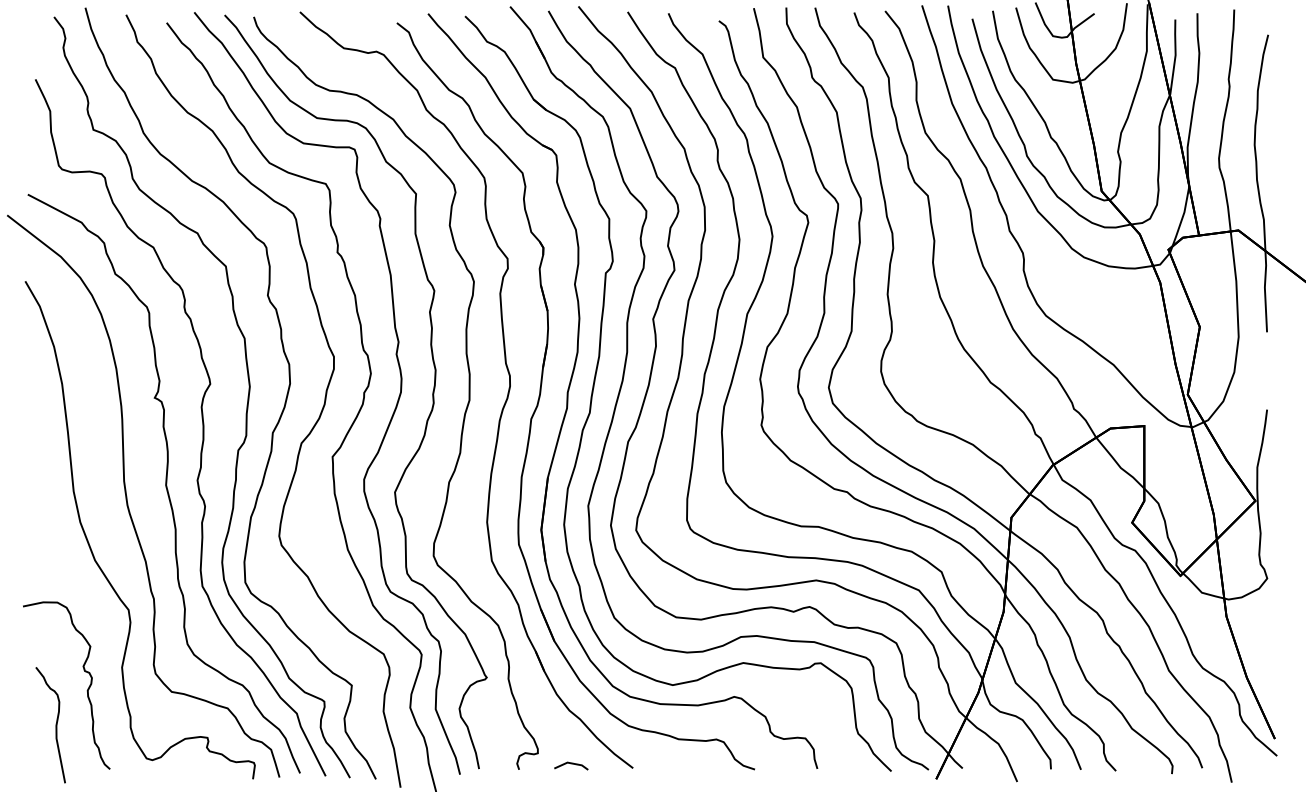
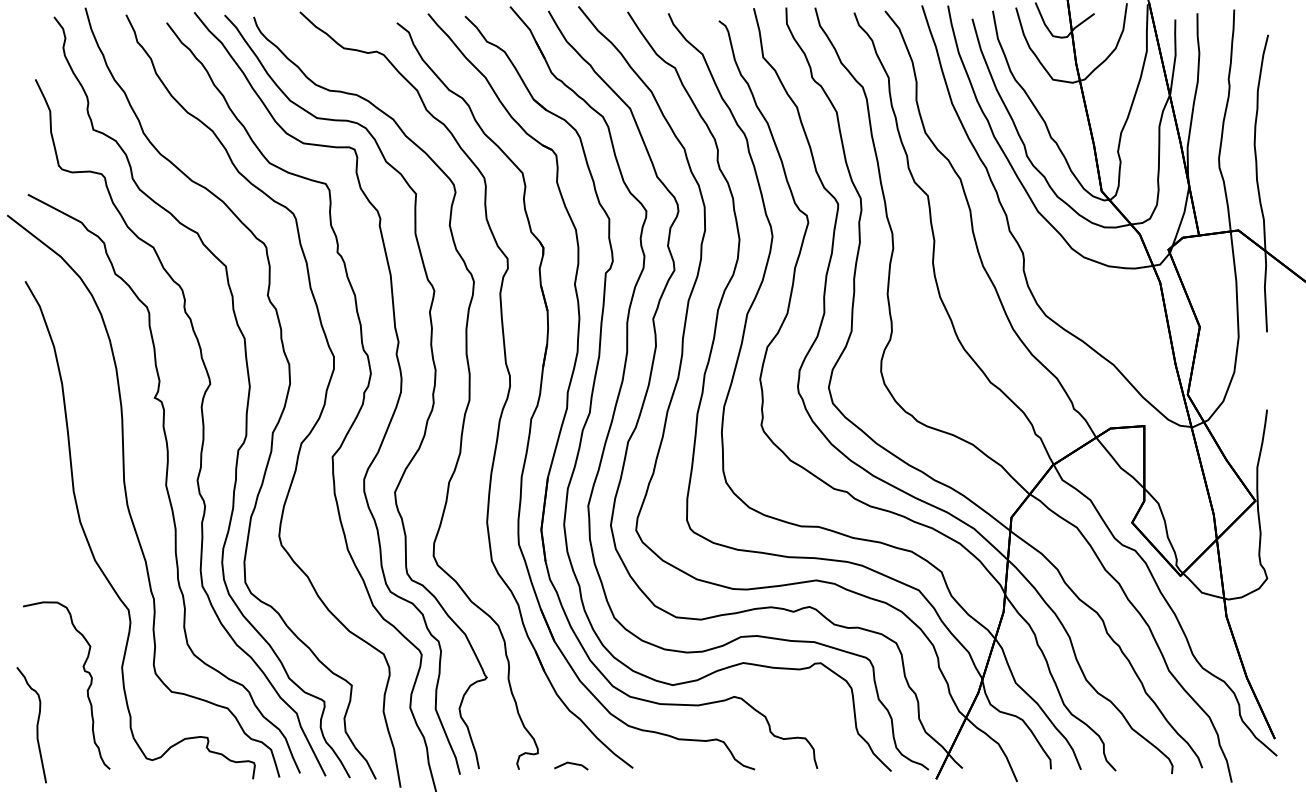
part at (50, 725) position: (50, 725) -> (31, 725)
